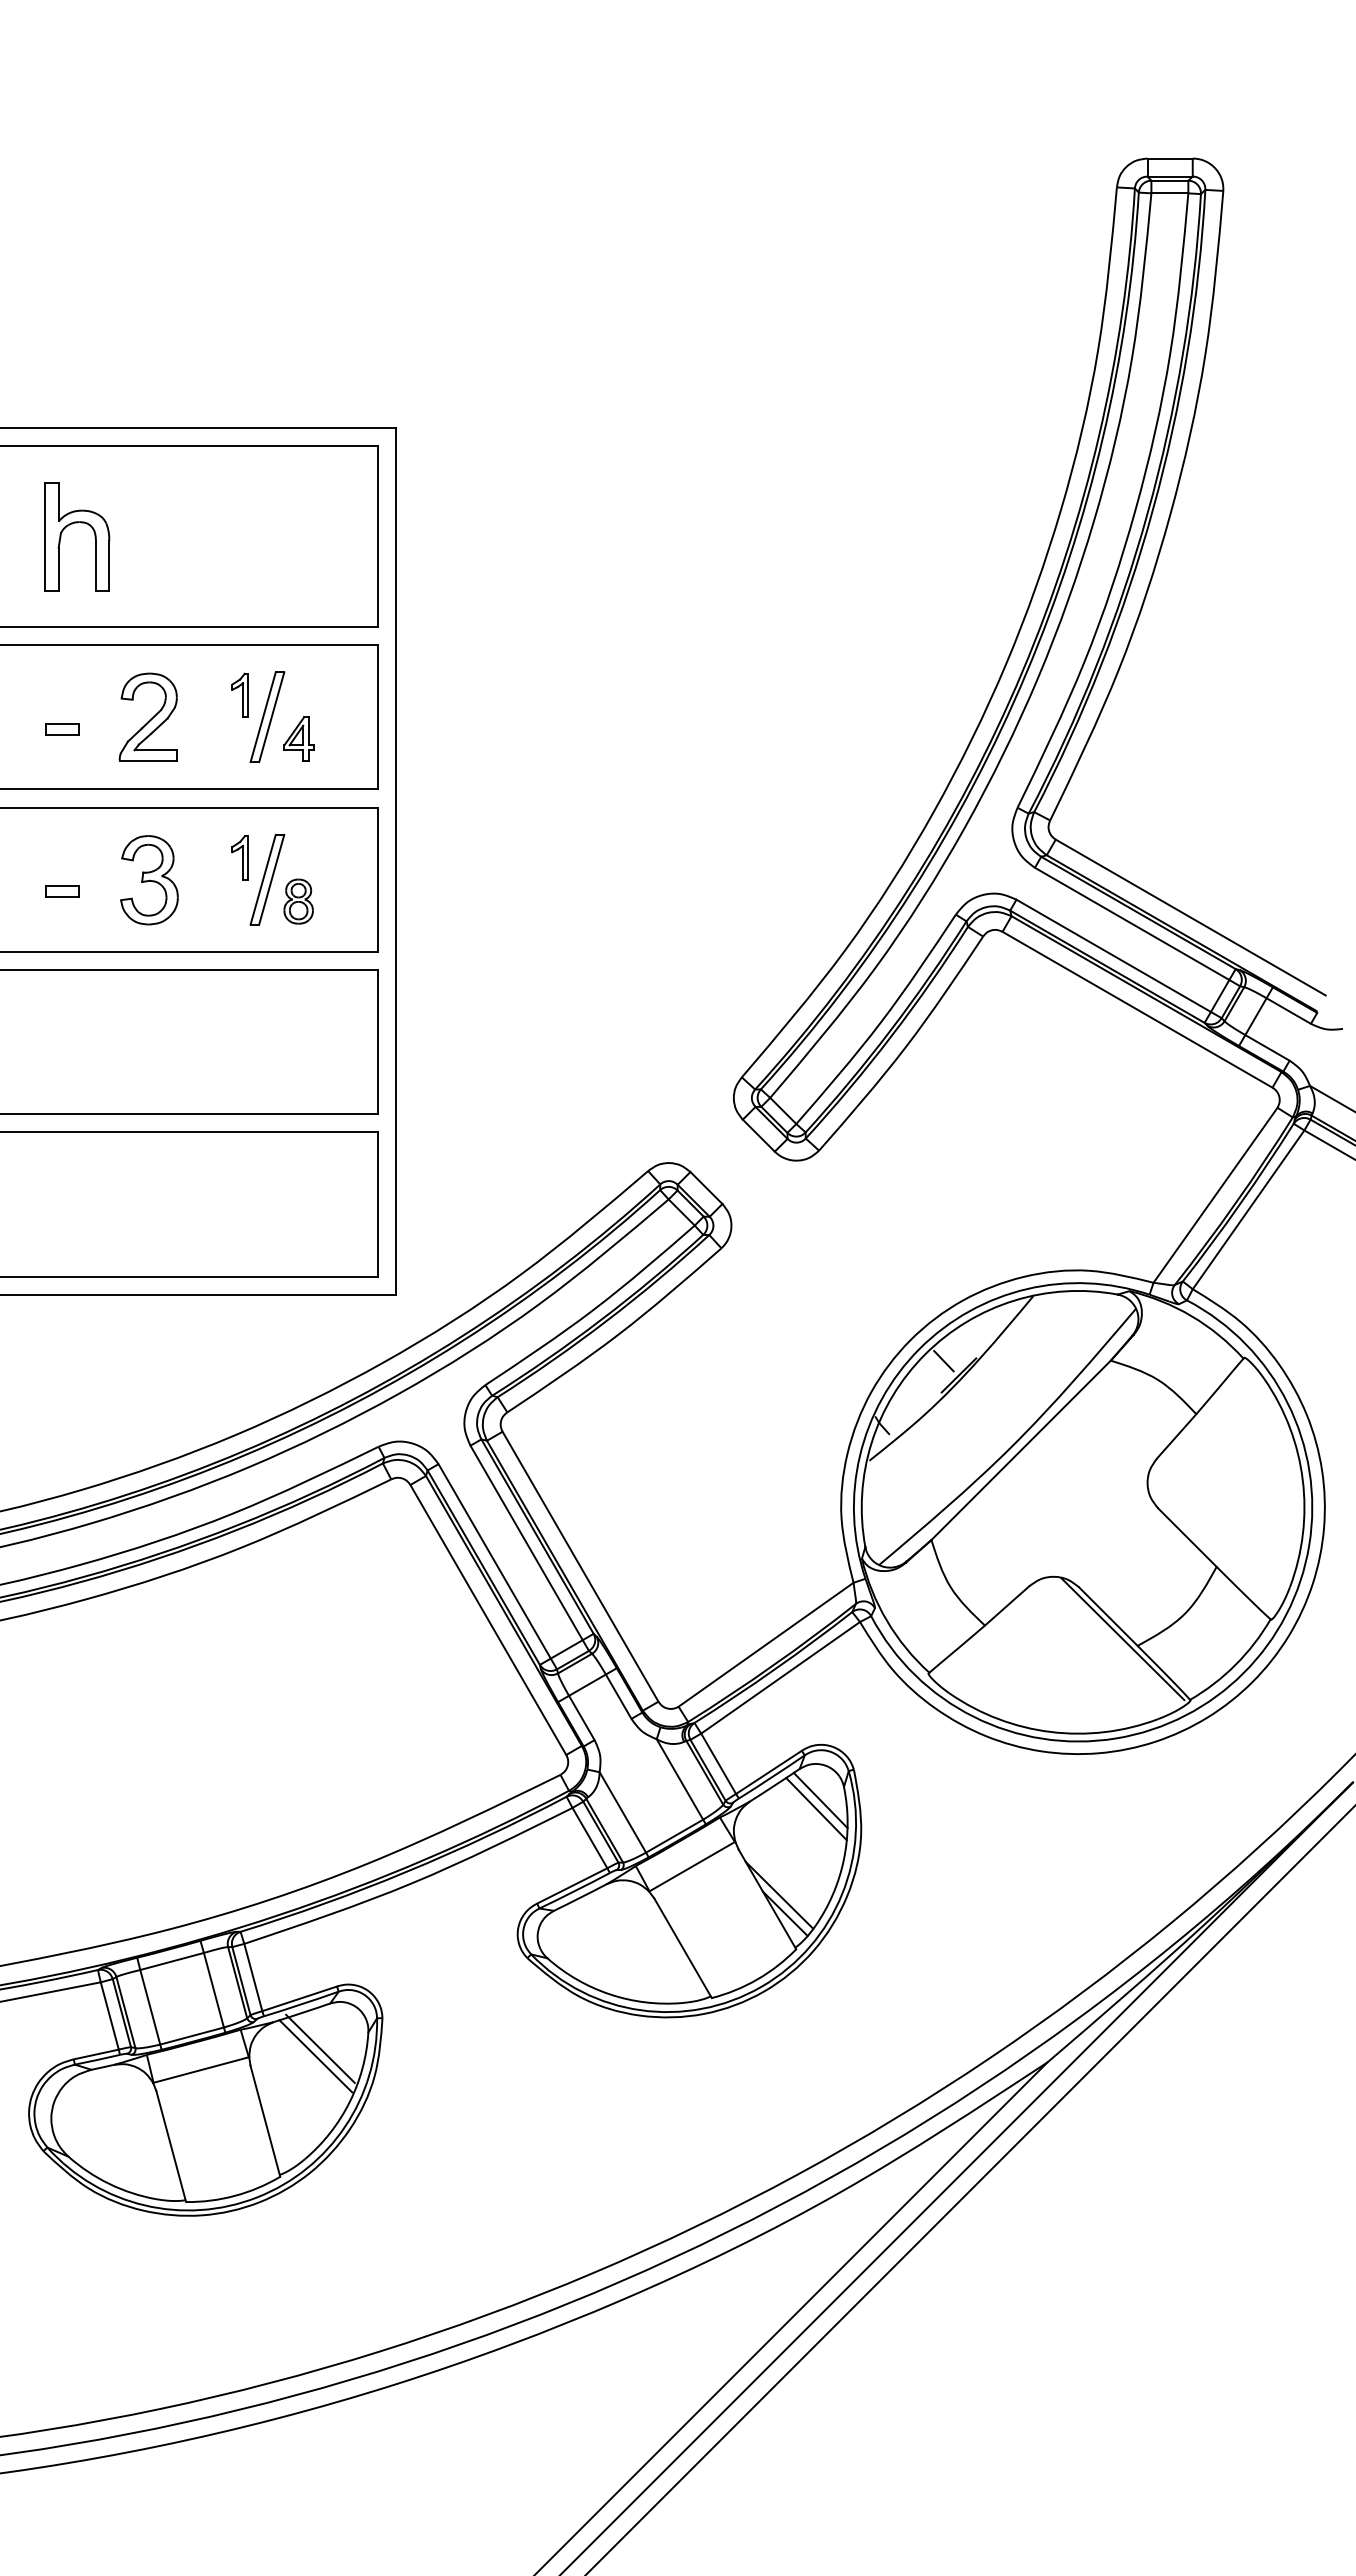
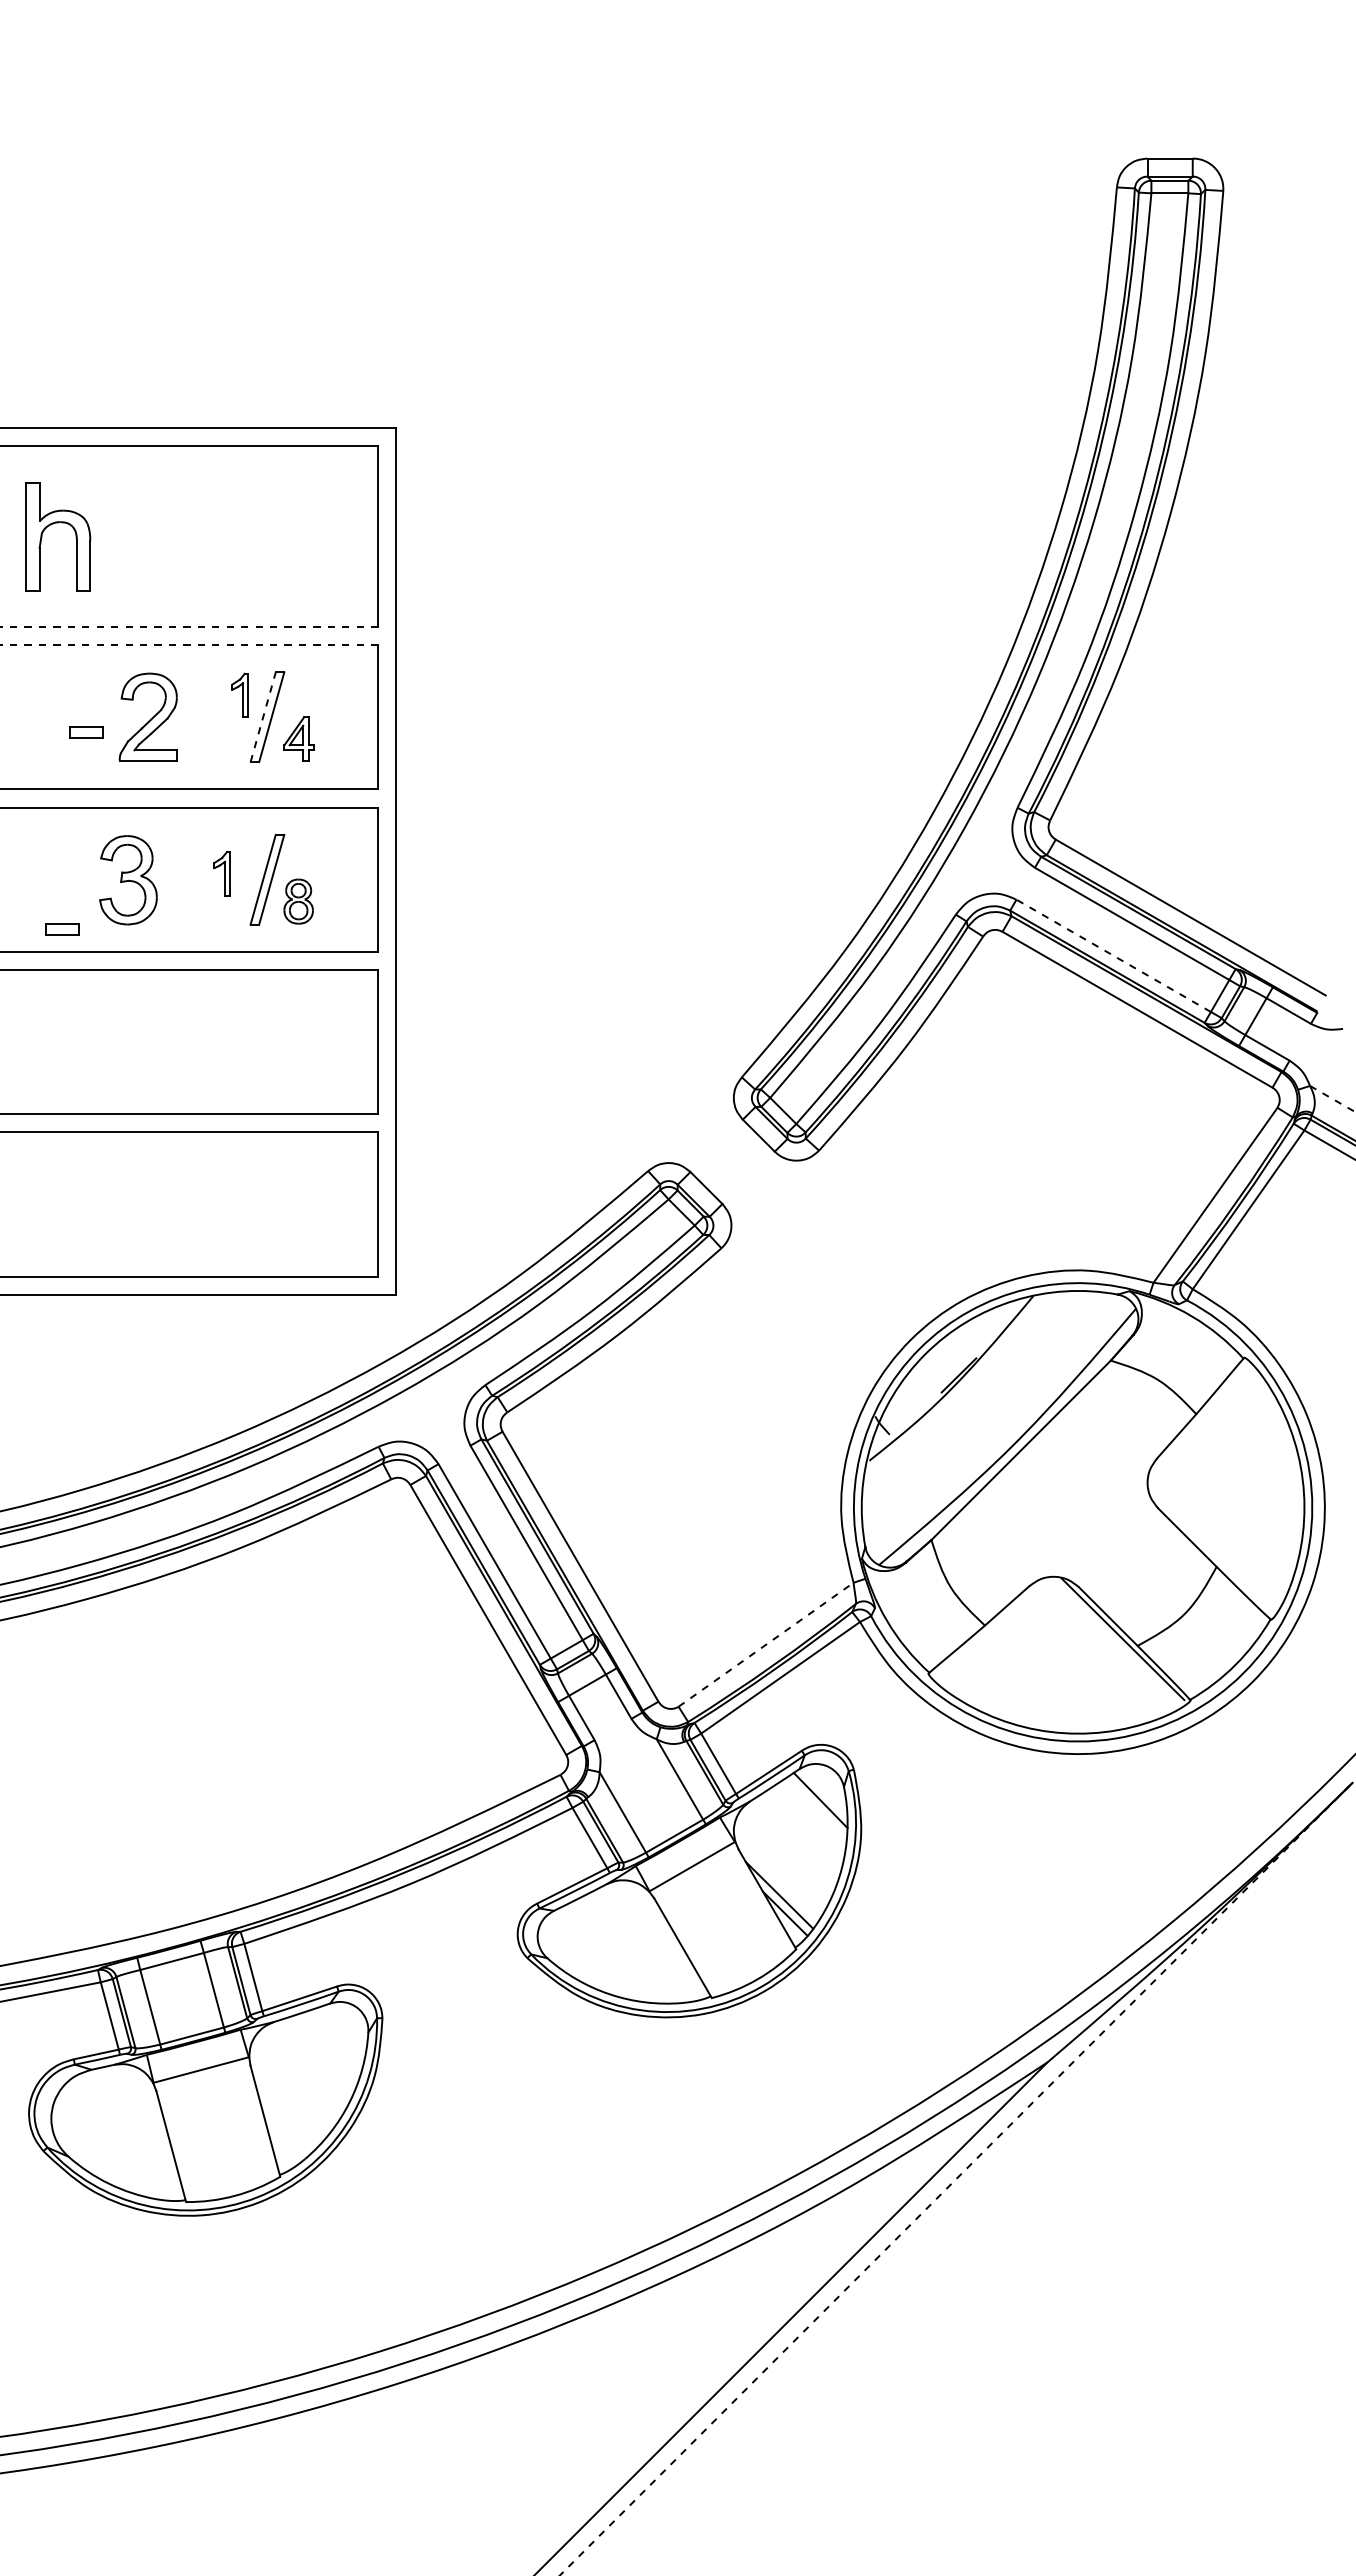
part at (77, 523) position: (77, 523) -> (58, 523)
line at (189, 626): solid -> dashed
line at (189, 645): solid -> dashed
line at (263, 717): solid -> dashed
part at (62, 729) position: (62, 729) -> (86, 732)
part at (239, 857) position: (239, 857) -> (221, 873)
part at (149, 880) position: (149, 880) -> (128, 880)
part at (62, 891) position: (62, 891) -> (62, 929)
line at (1113, 955): solid -> dashed
line at (1333, 1099): solid -> dashed
line at (943, 1361): present -> none
line at (766, 1644): solid -> dashed
line at (816, 1809): present -> none
line at (320, 2048): present -> none
line at (315, 2056): present -> none
line at (956, 2178): solid -> dashed
line at (970, 2190): present -> none
